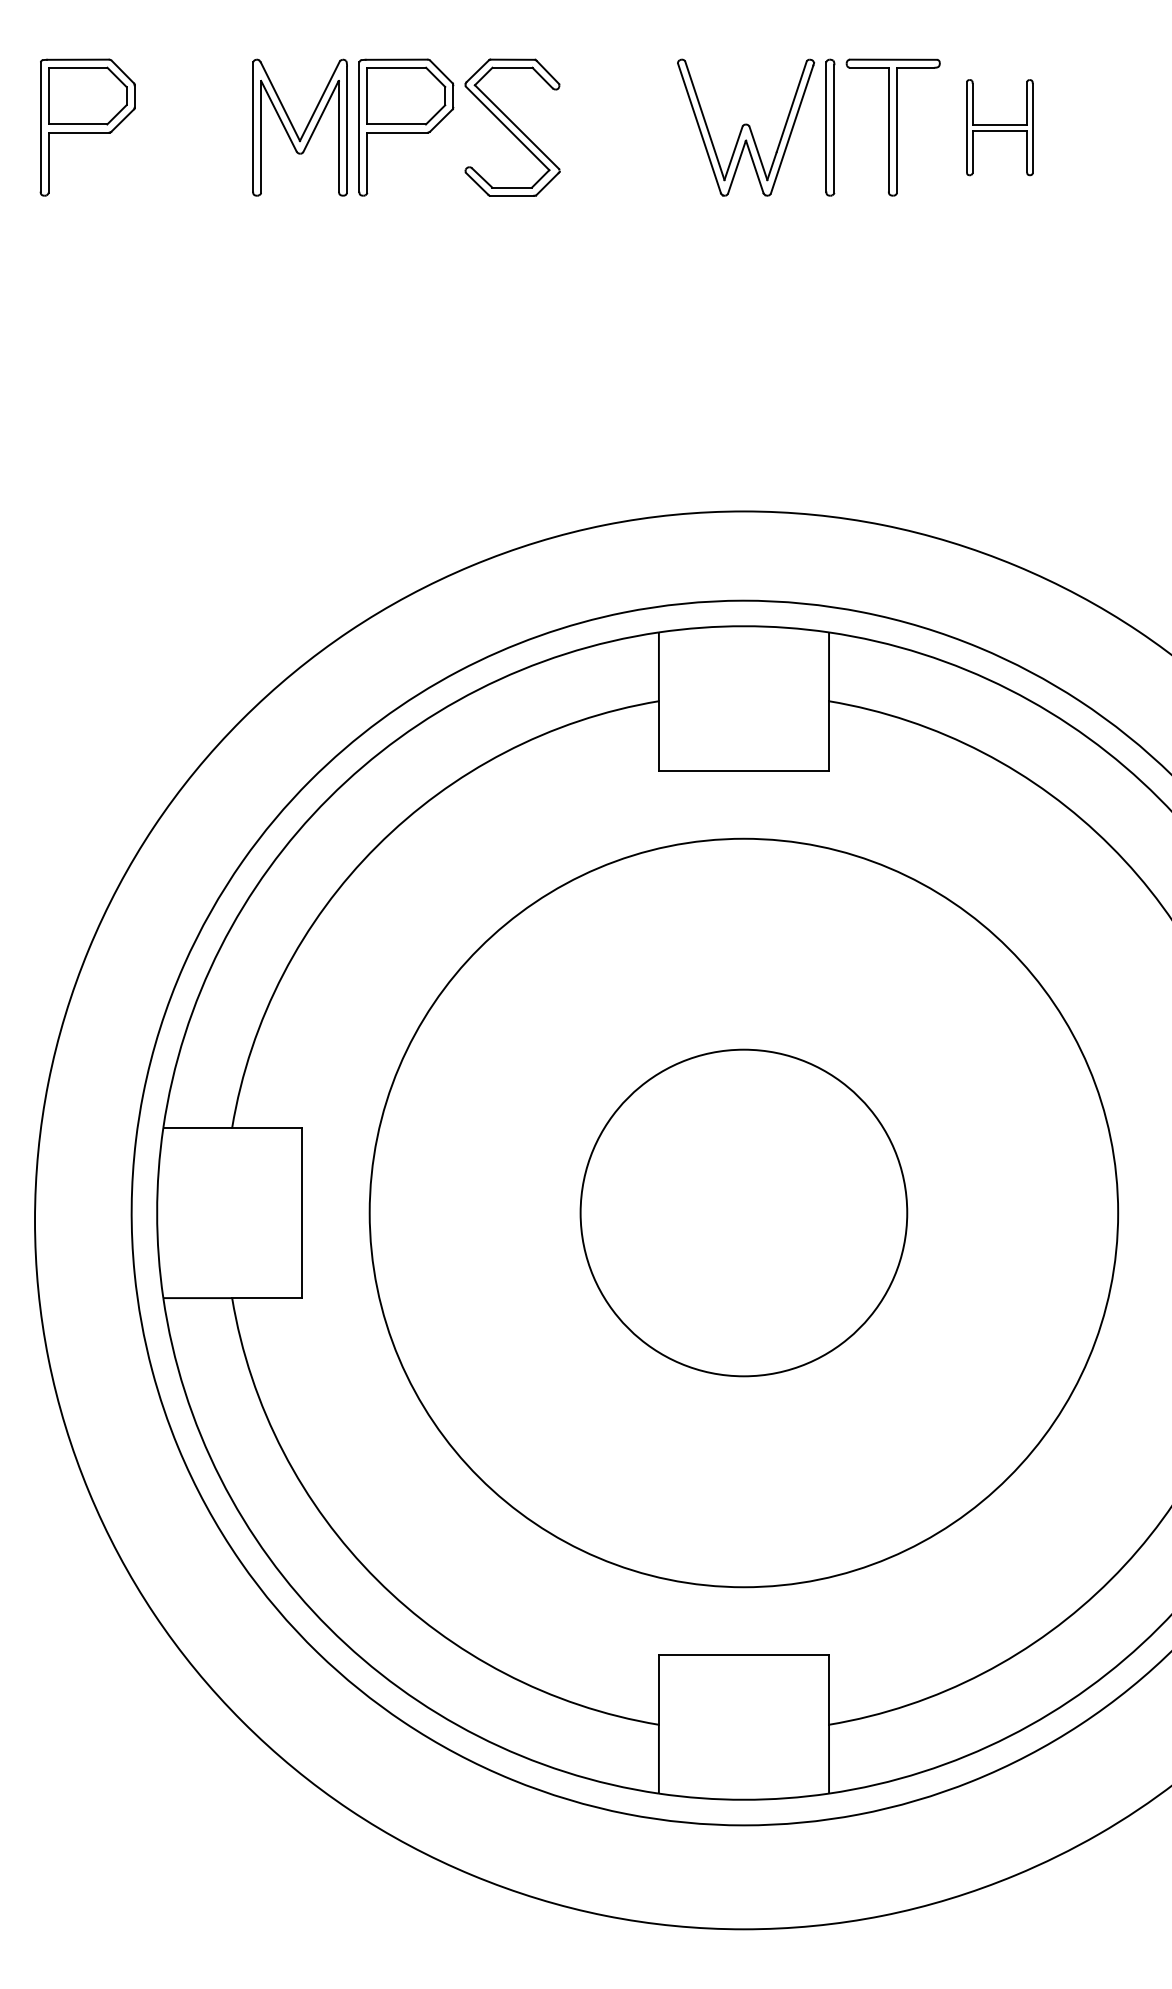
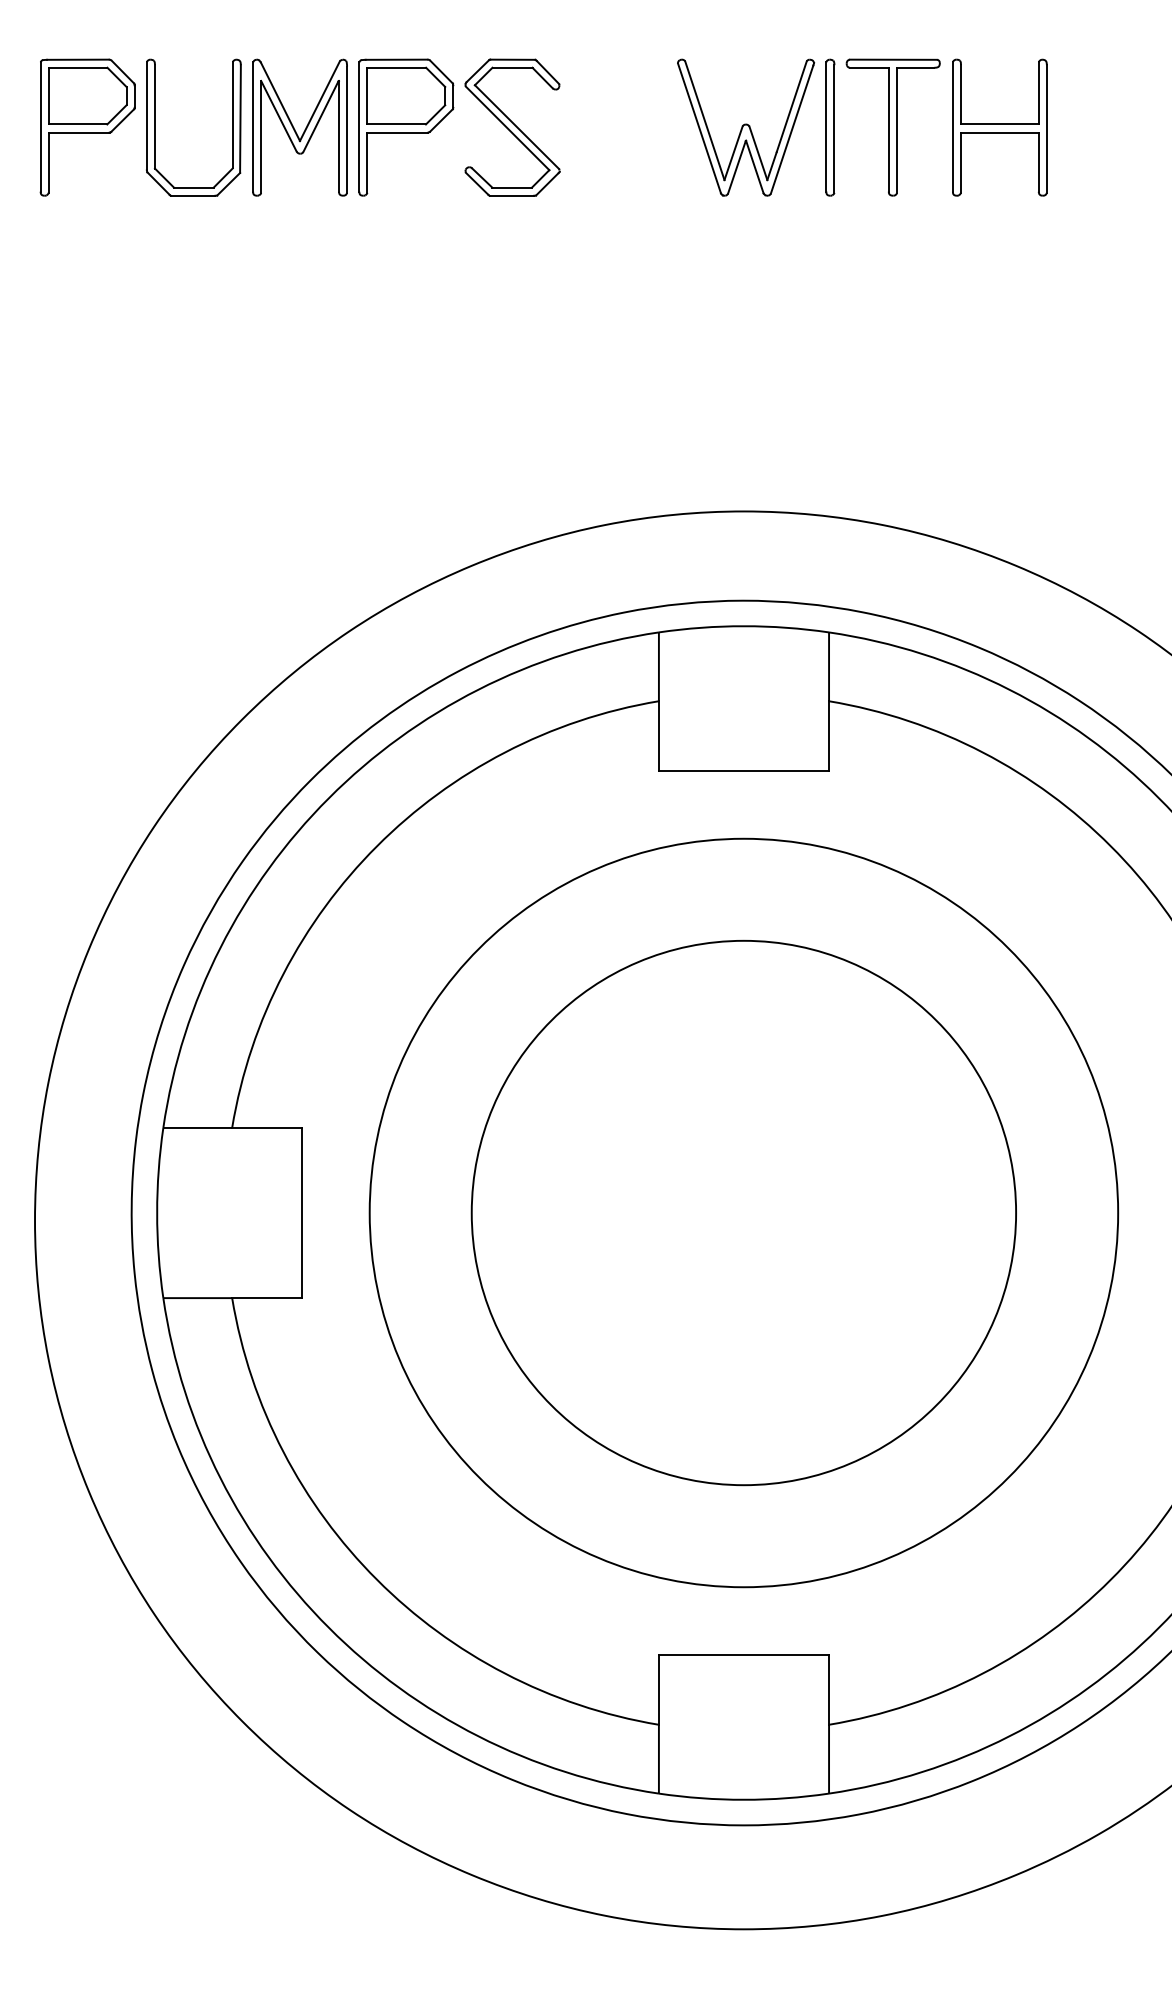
part at (155, 127): none -> present
part at (999, 127) size: 68x98 px -> 96x139 px
circle at (743, 1212) diameter: 327 px -> 544 px
